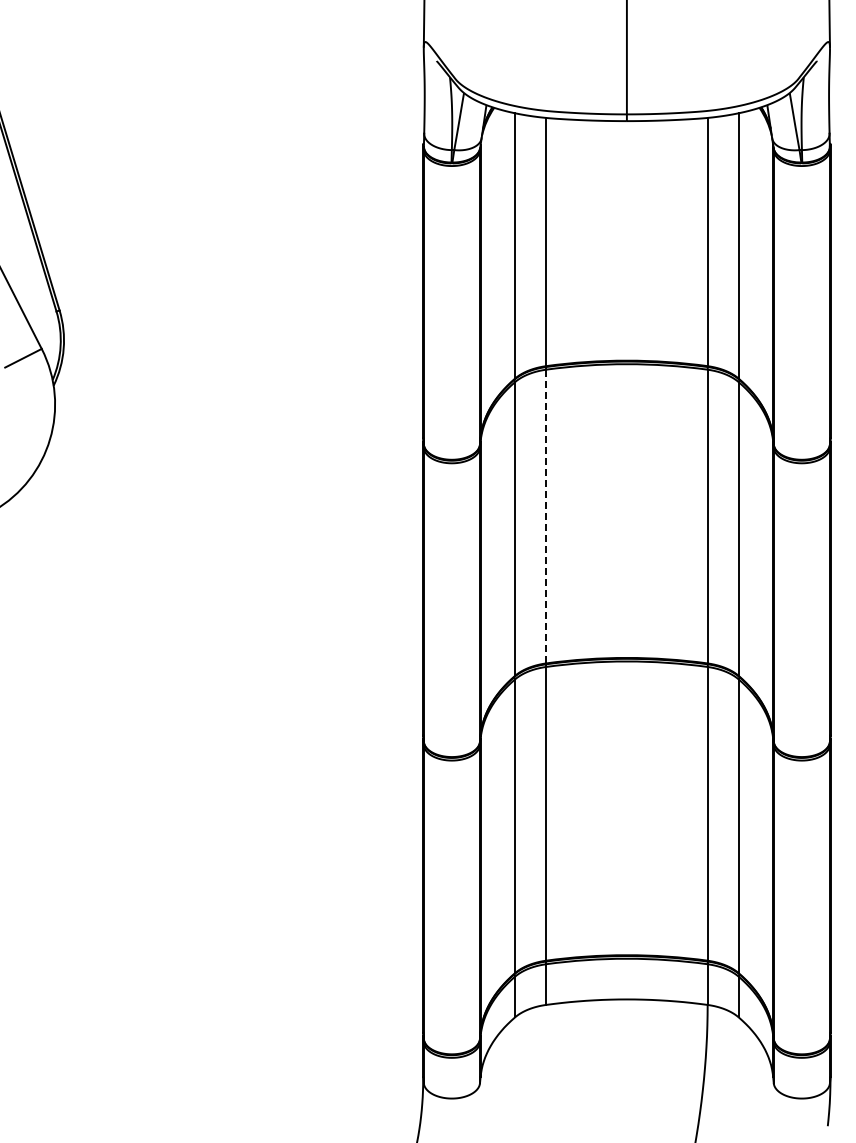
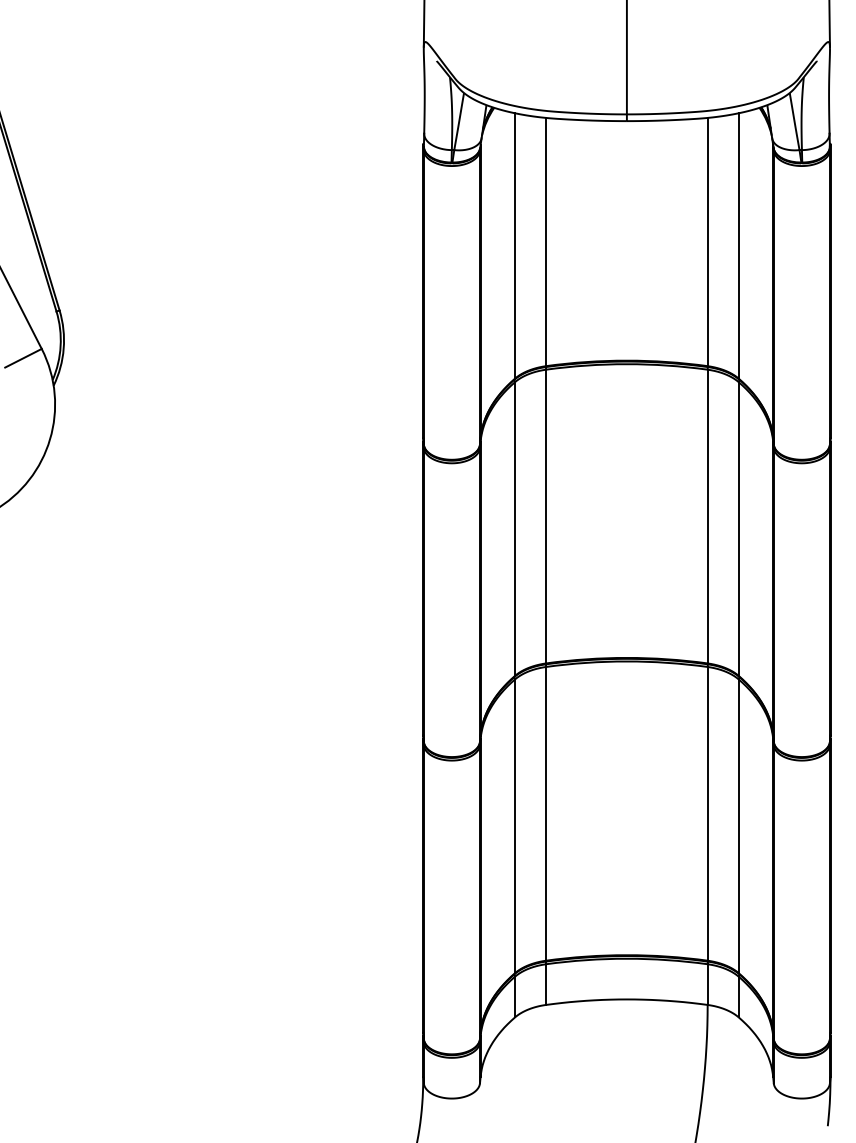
line at (546, 516): dashed -> solid
